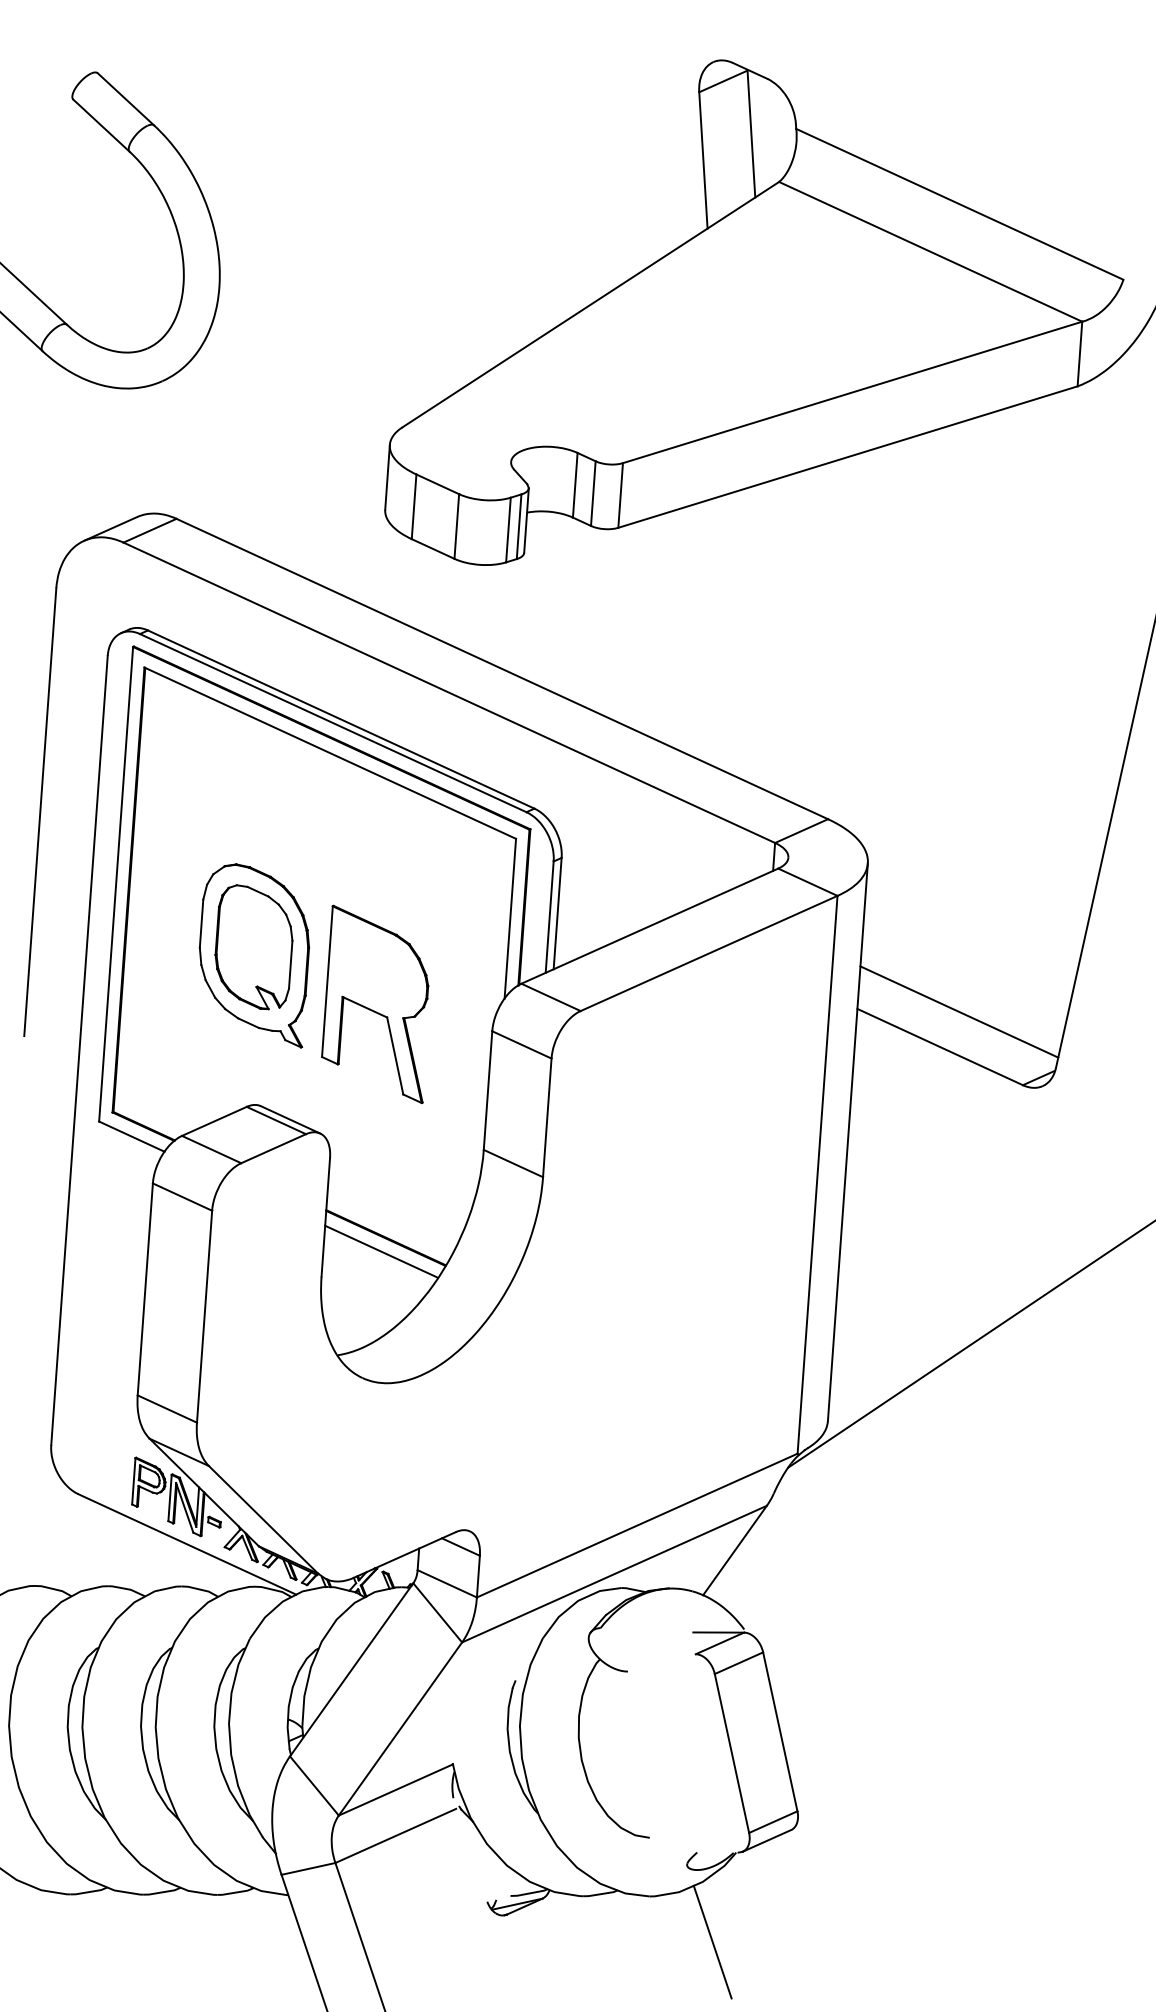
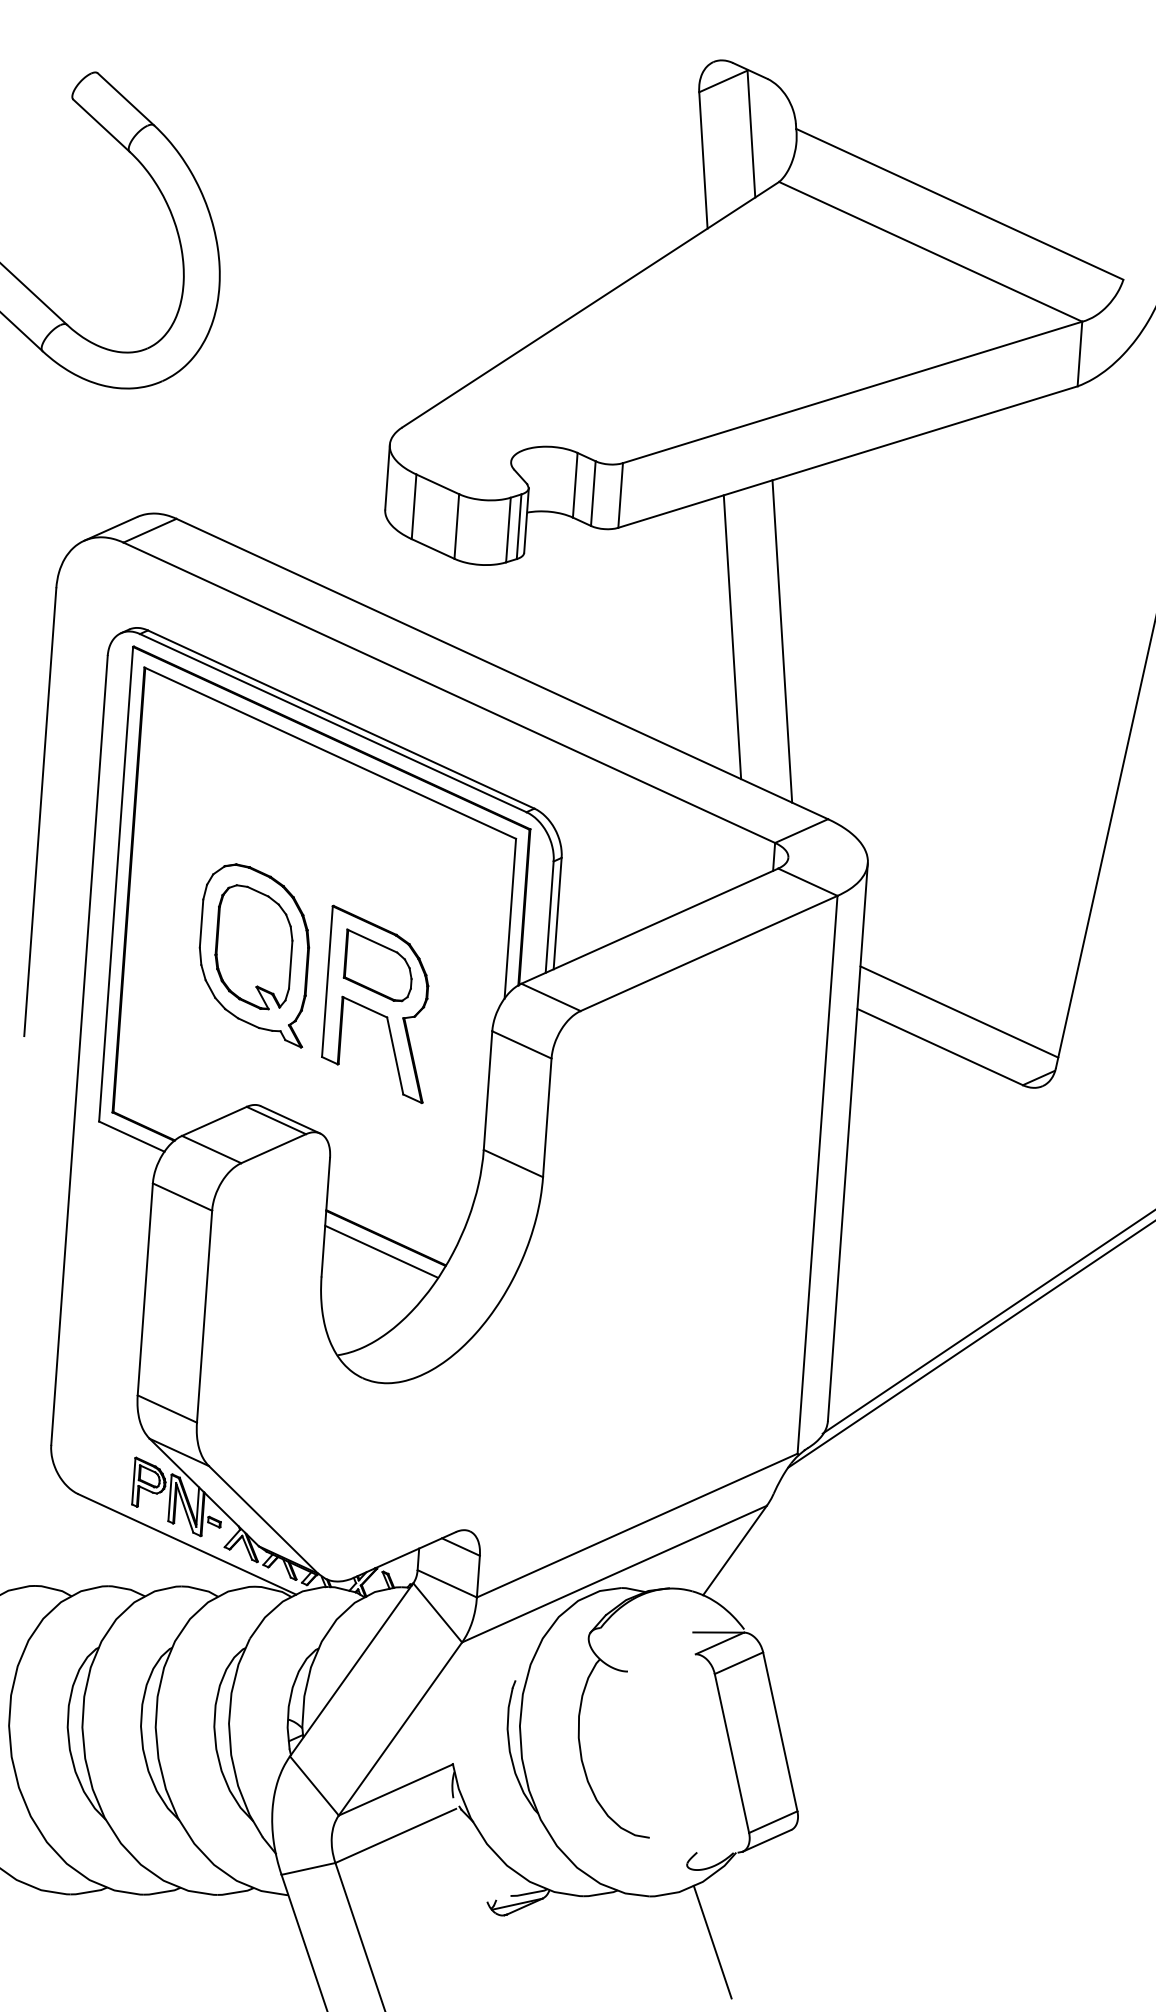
line at (732, 637): none -> present
line at (782, 641): none -> present
part at (377, 965): none -> present
line at (987, 1322): none -> present
